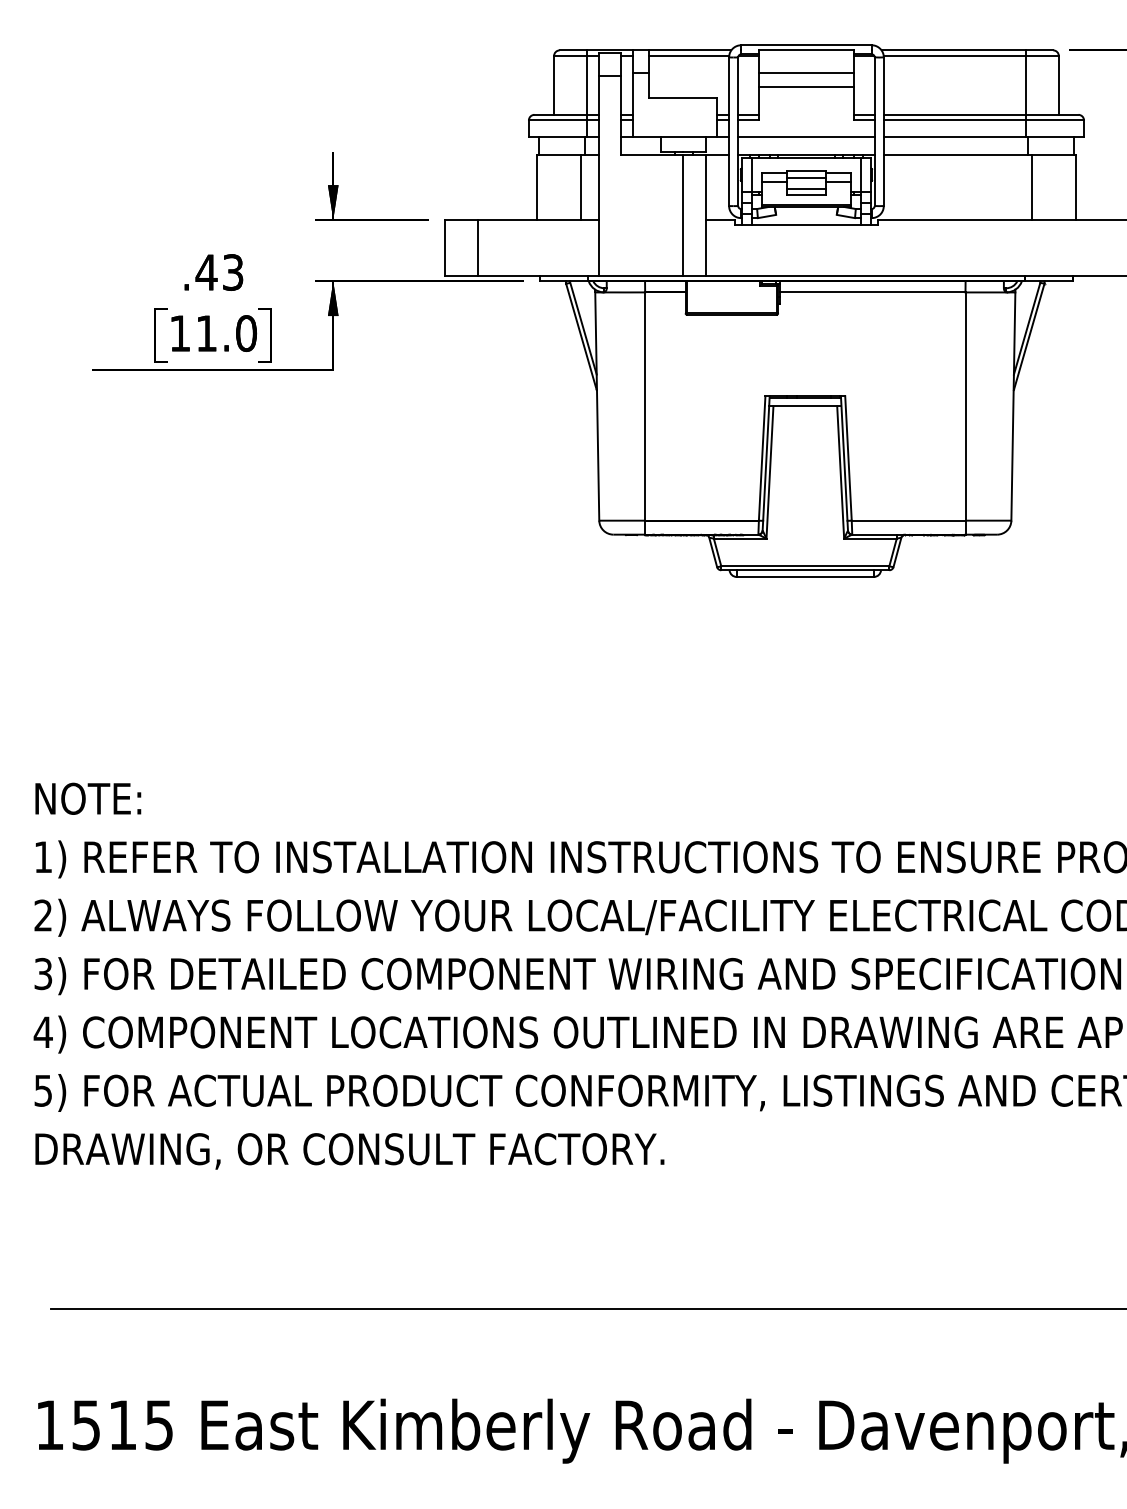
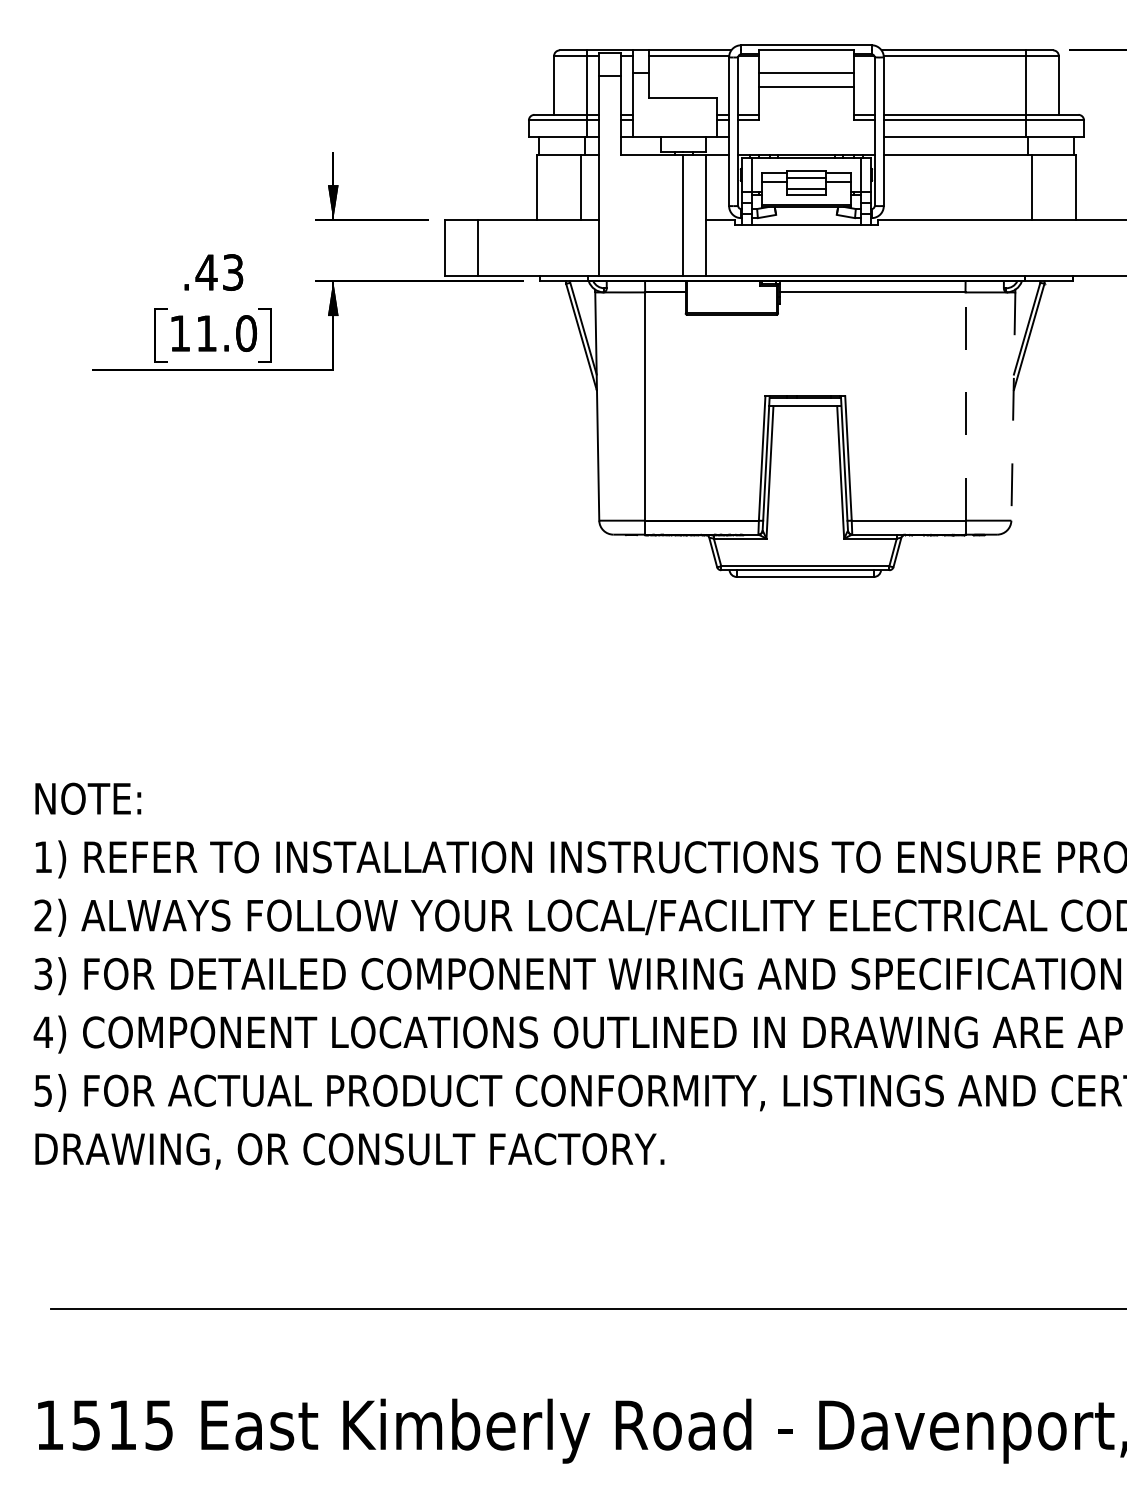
line at (806, 137): present -> none
line at (965, 406): solid -> dashed
line at (1013, 407): solid -> dashed
